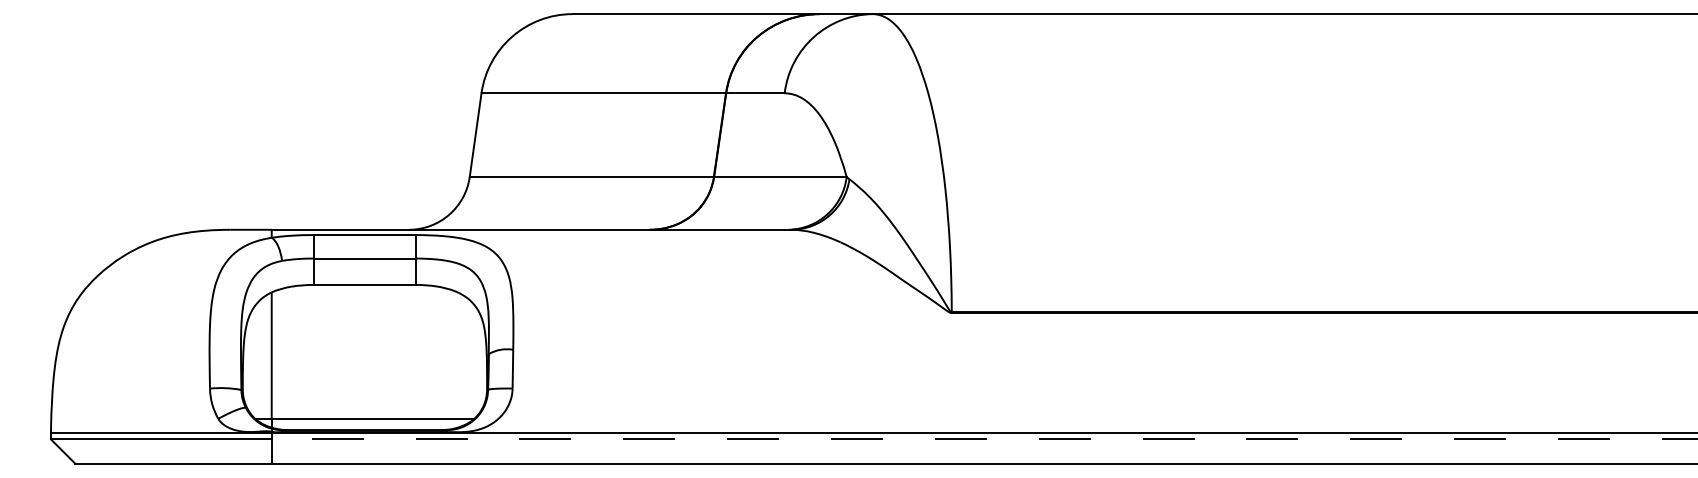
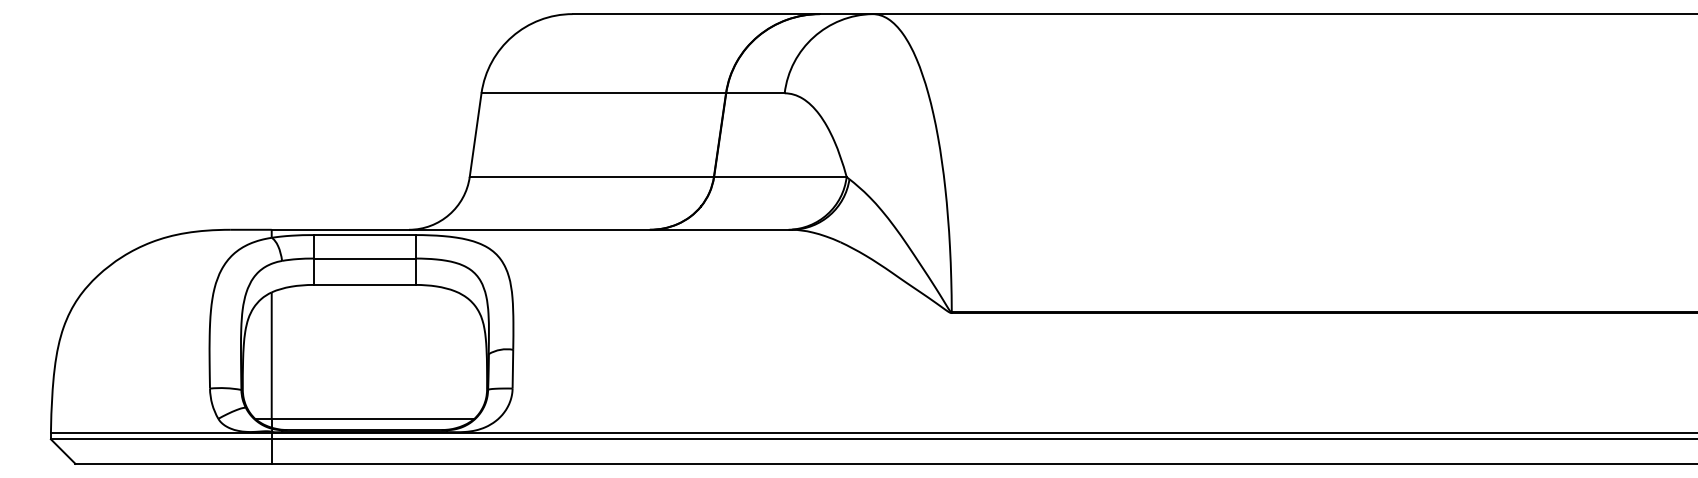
line at (984, 439): dashed -> solid
